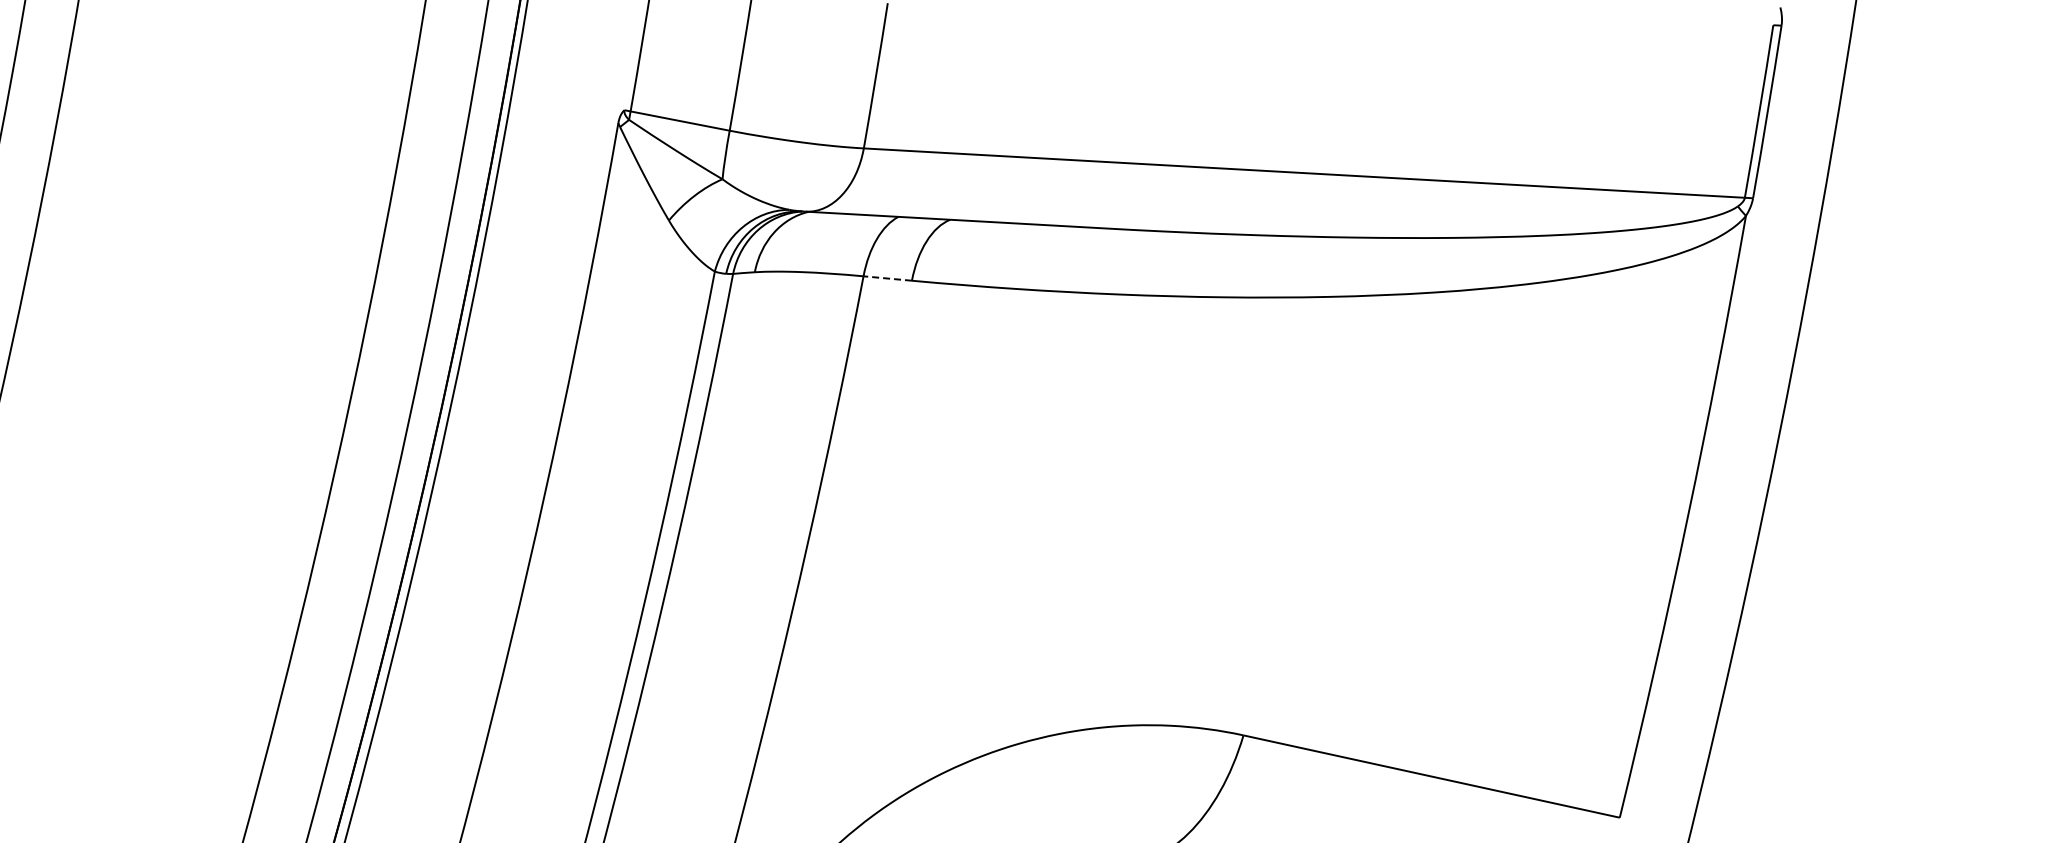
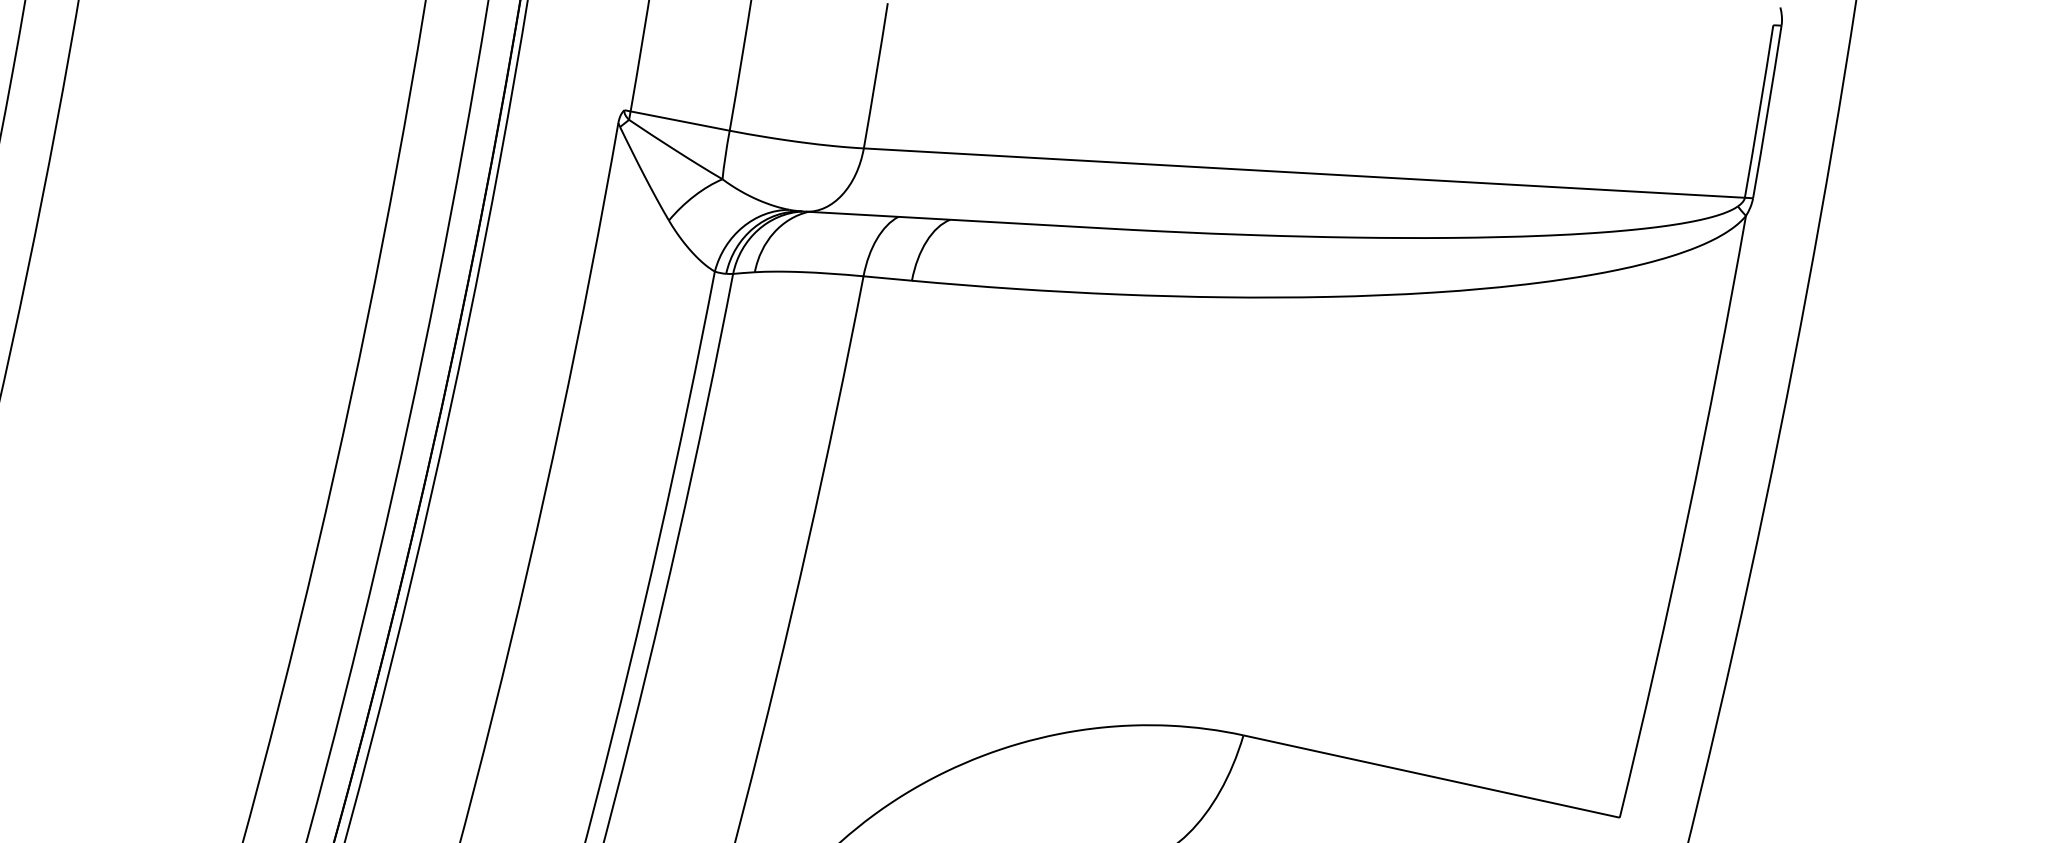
line at (887, 278): dashed -> solid
